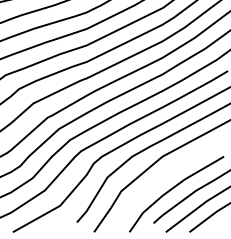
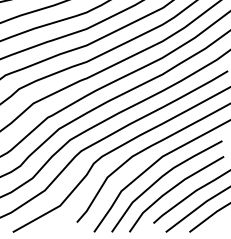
curve at (160, 179): none -> present
